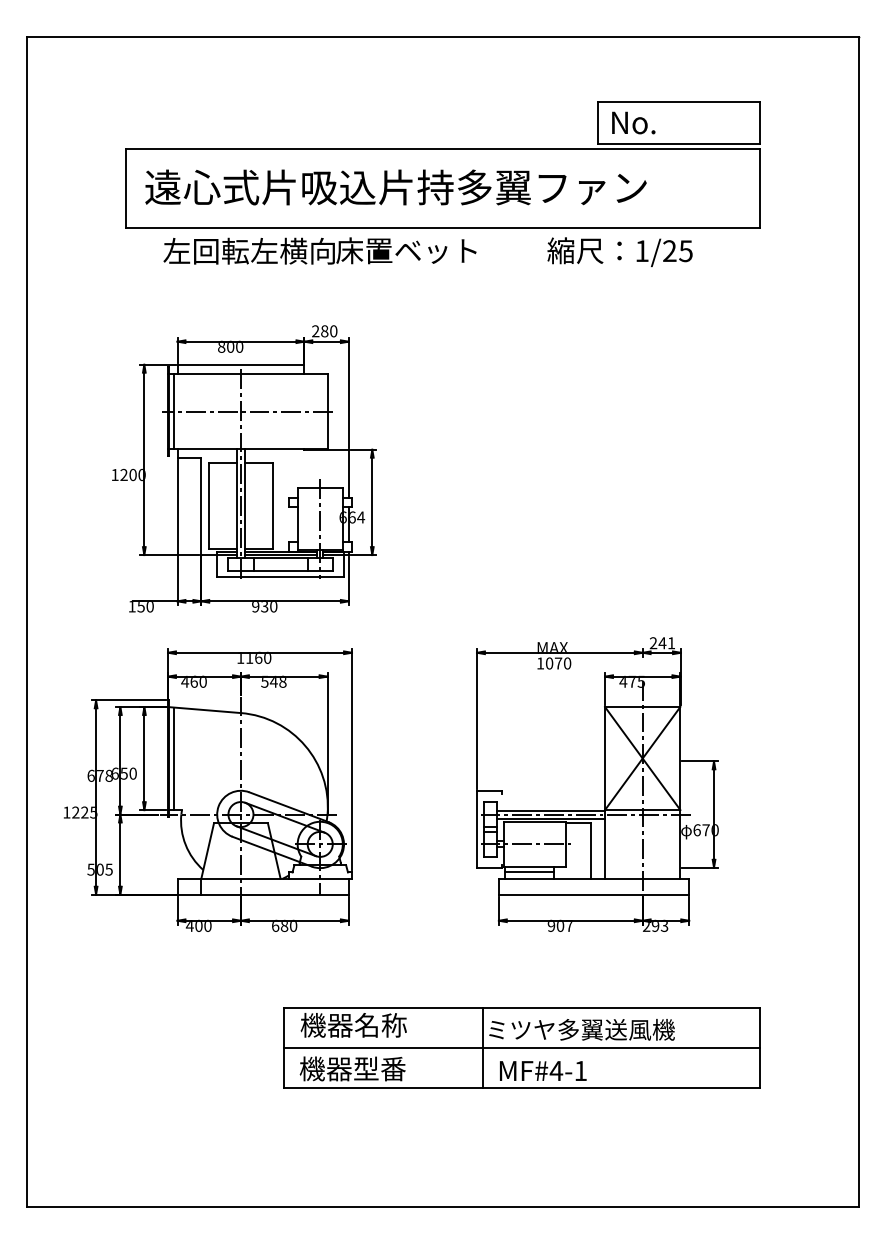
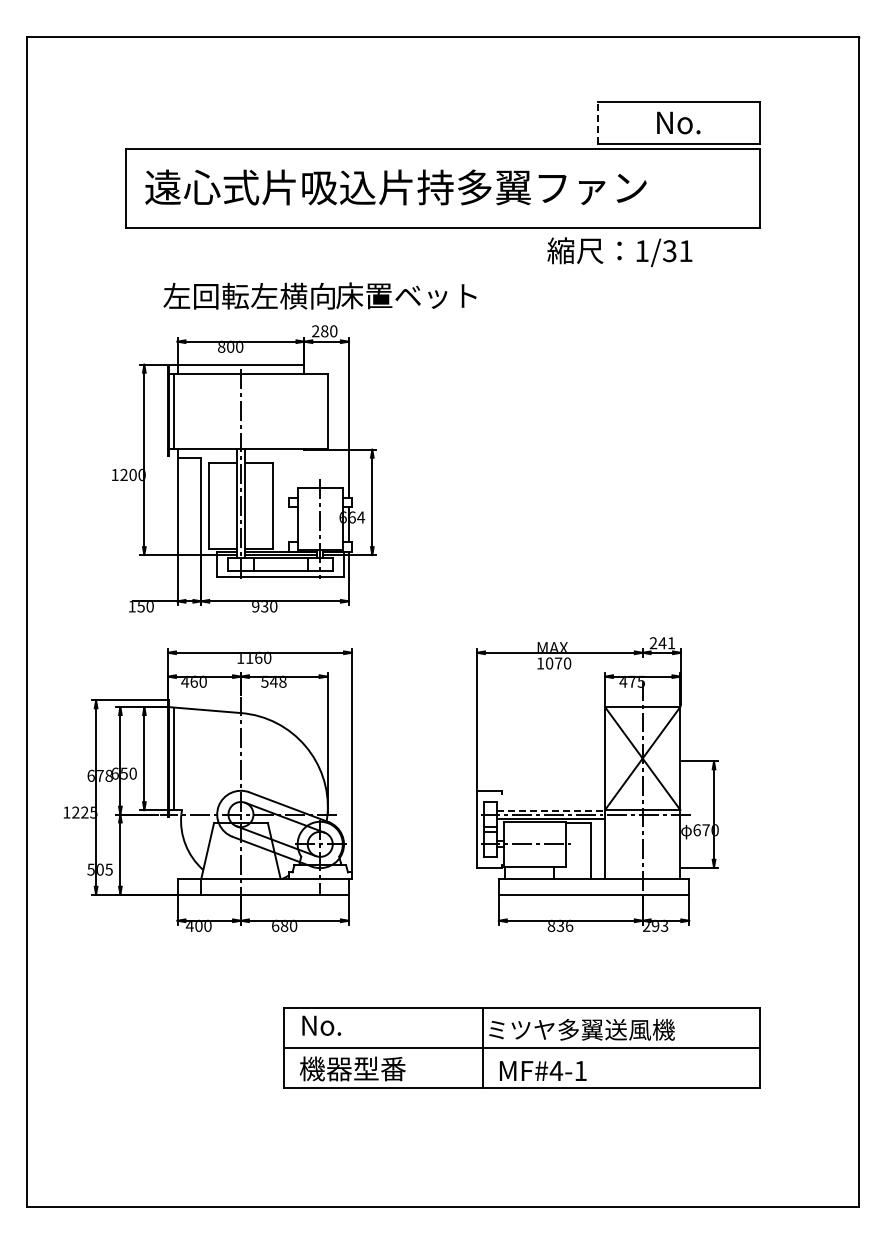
line at (597, 122): solid -> dashed
text at (633, 122) position: (633, 122) -> (678, 122)
text at (319, 250) position: (319, 250) -> (319, 295)
text at (677, 251): 1/25 -> 1/31
line at (246, 411): present -> none
line at (551, 810): solid -> dashed
line at (529, 872): present -> none
text at (560, 925): 907 -> 836
text at (353, 1024): 機器名称 -> No.
